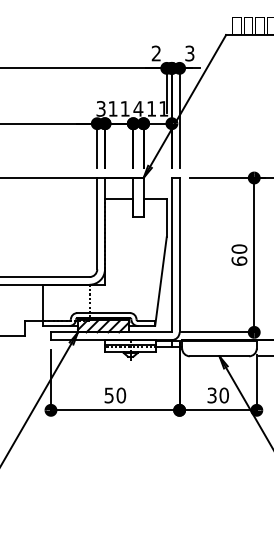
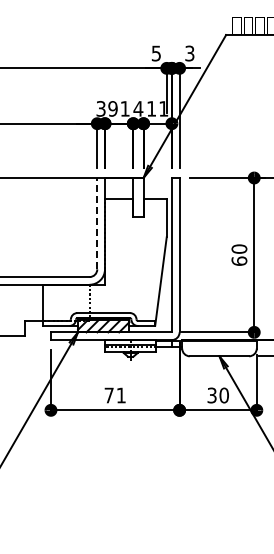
text at (156, 53): 2 -> 5
text at (112, 108): 11 -> 91
line at (97, 223): solid -> dashed
text at (115, 395): 50 -> 71
